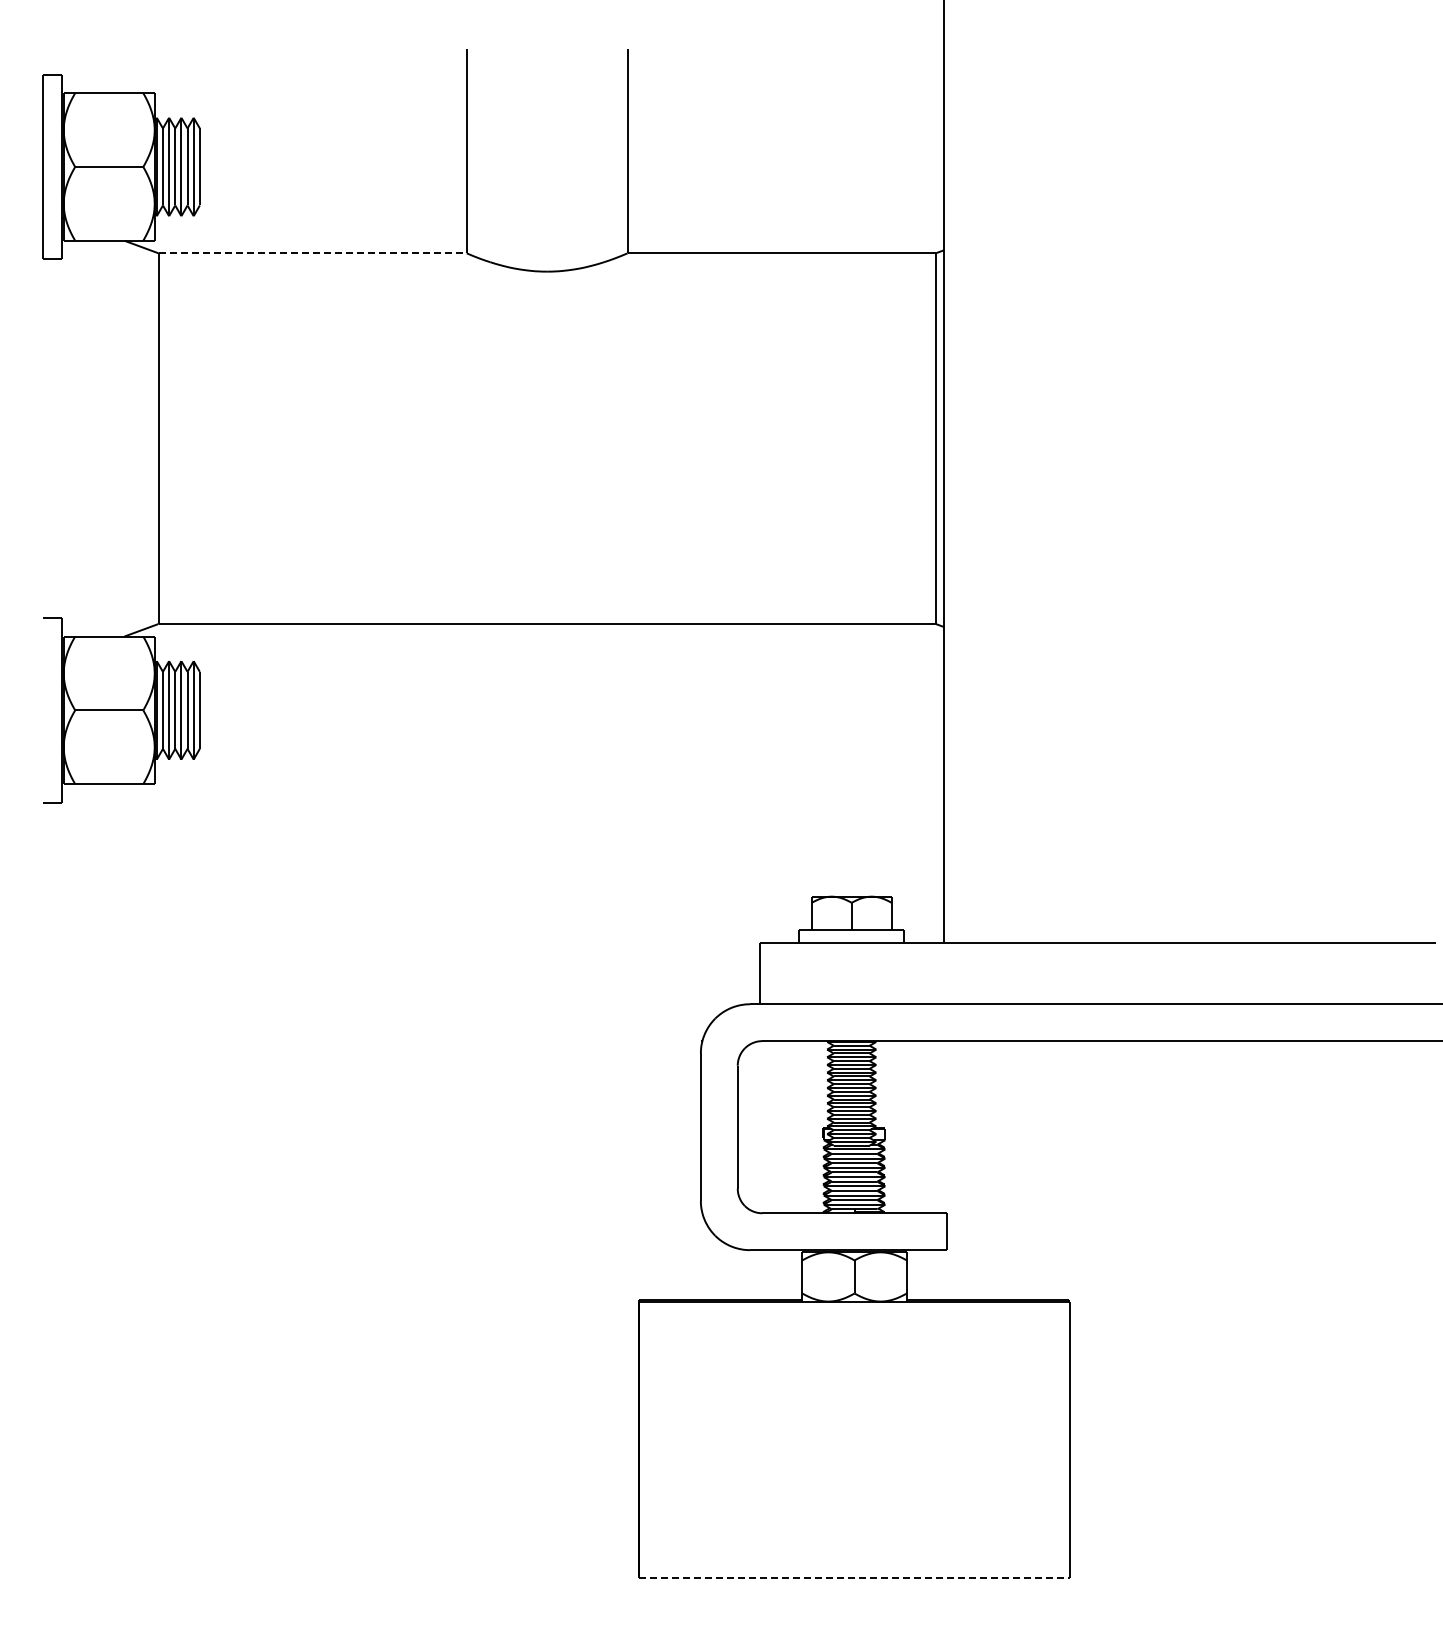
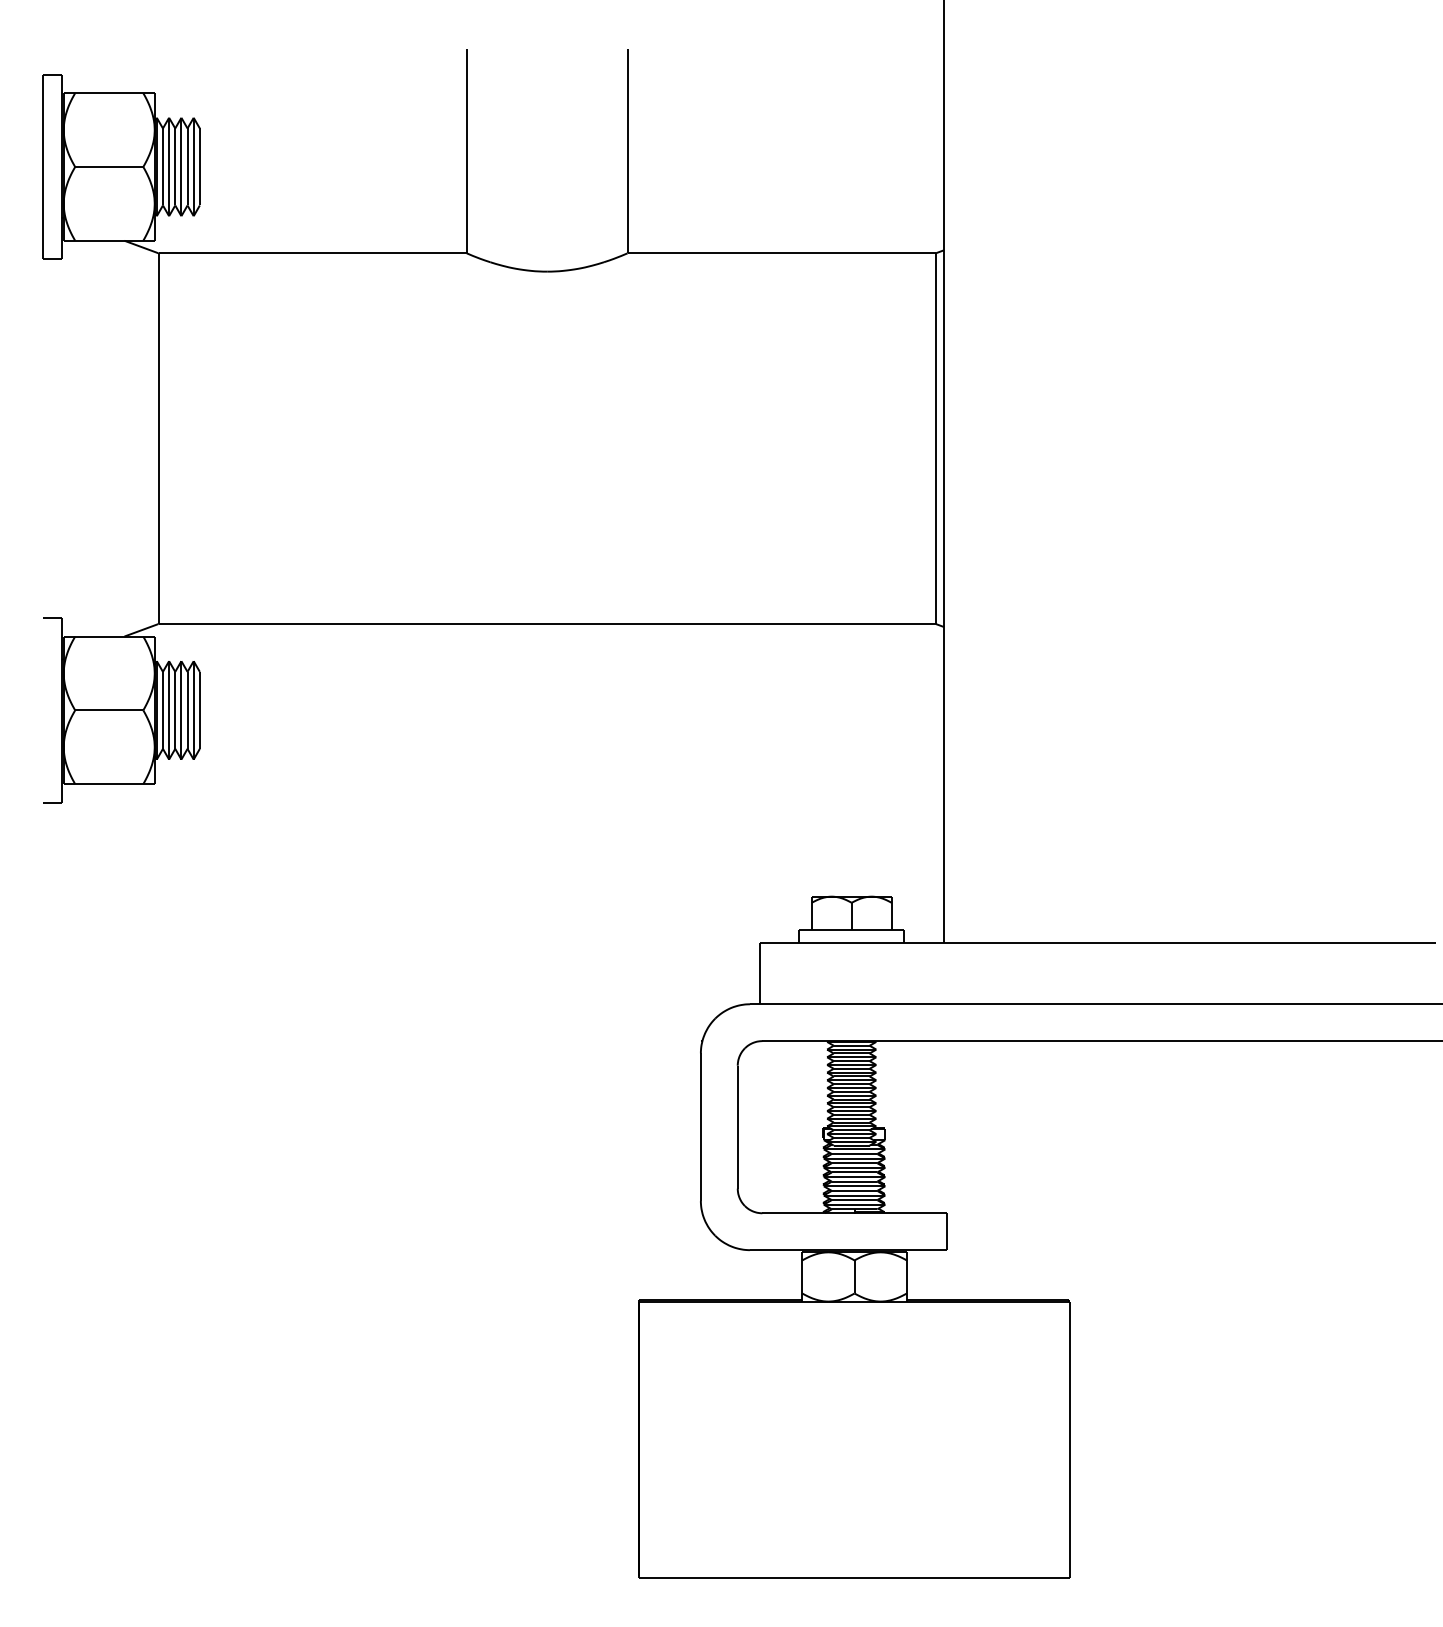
line at (313, 253): dashed -> solid
line at (855, 1578): dashed -> solid
